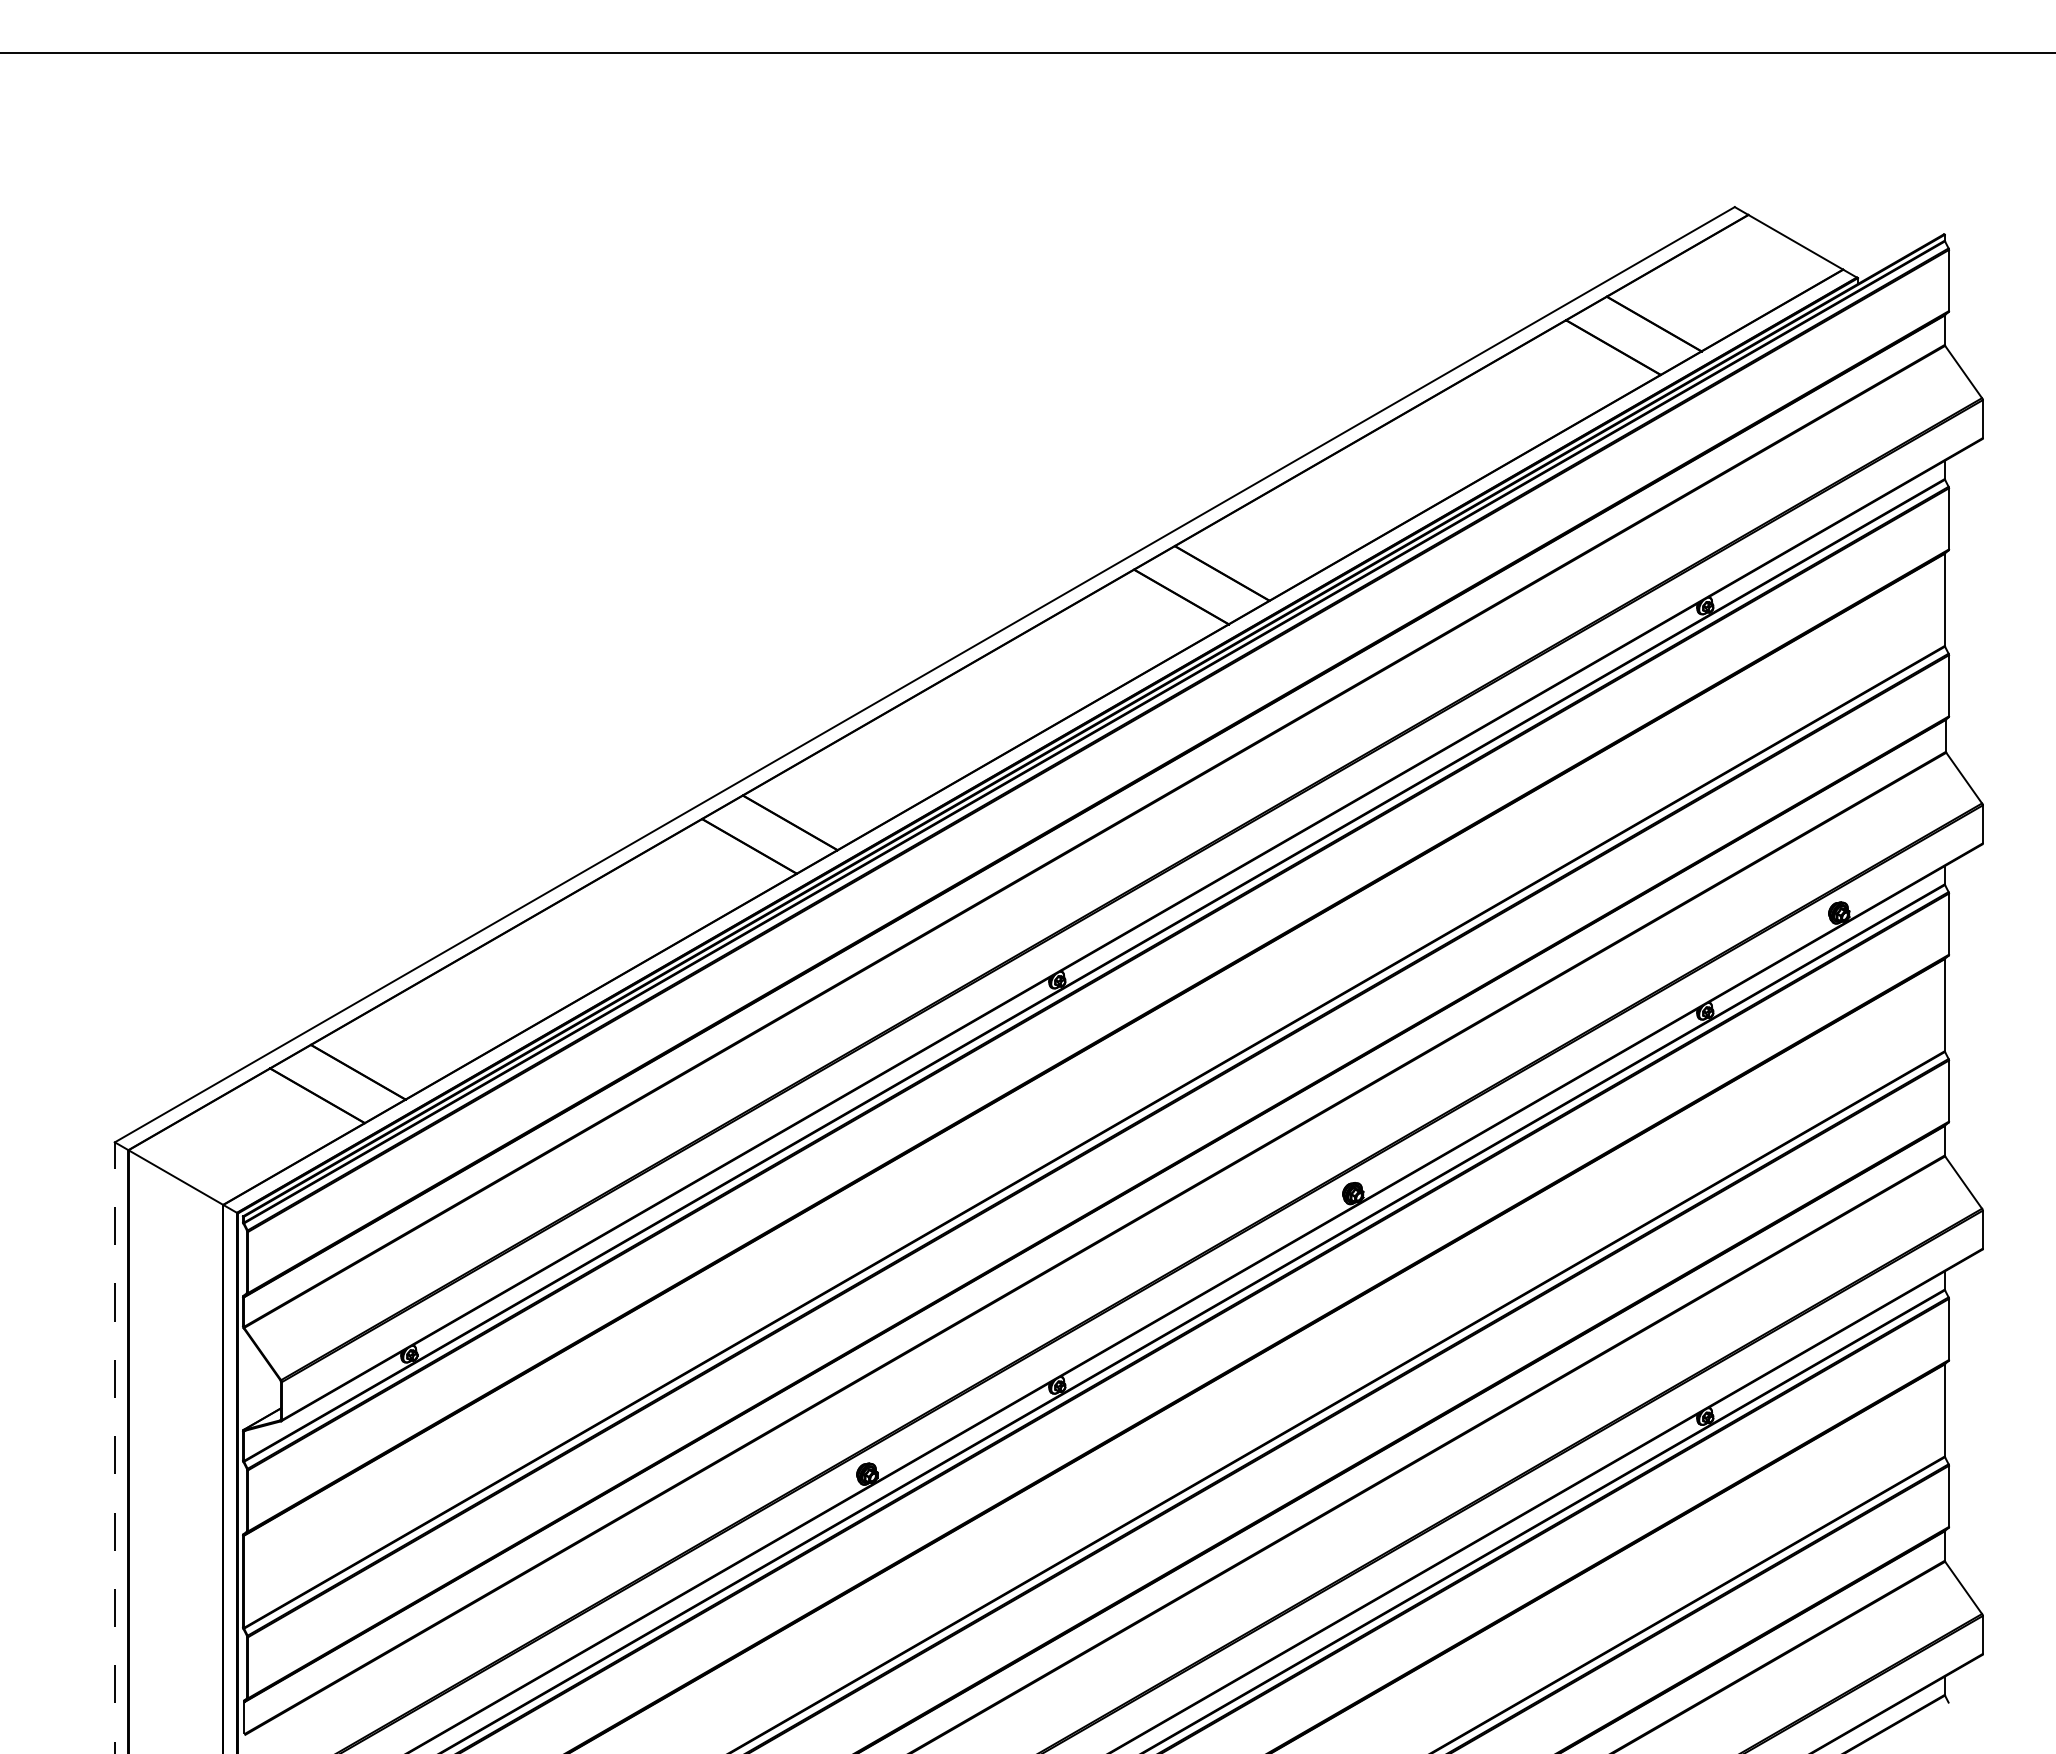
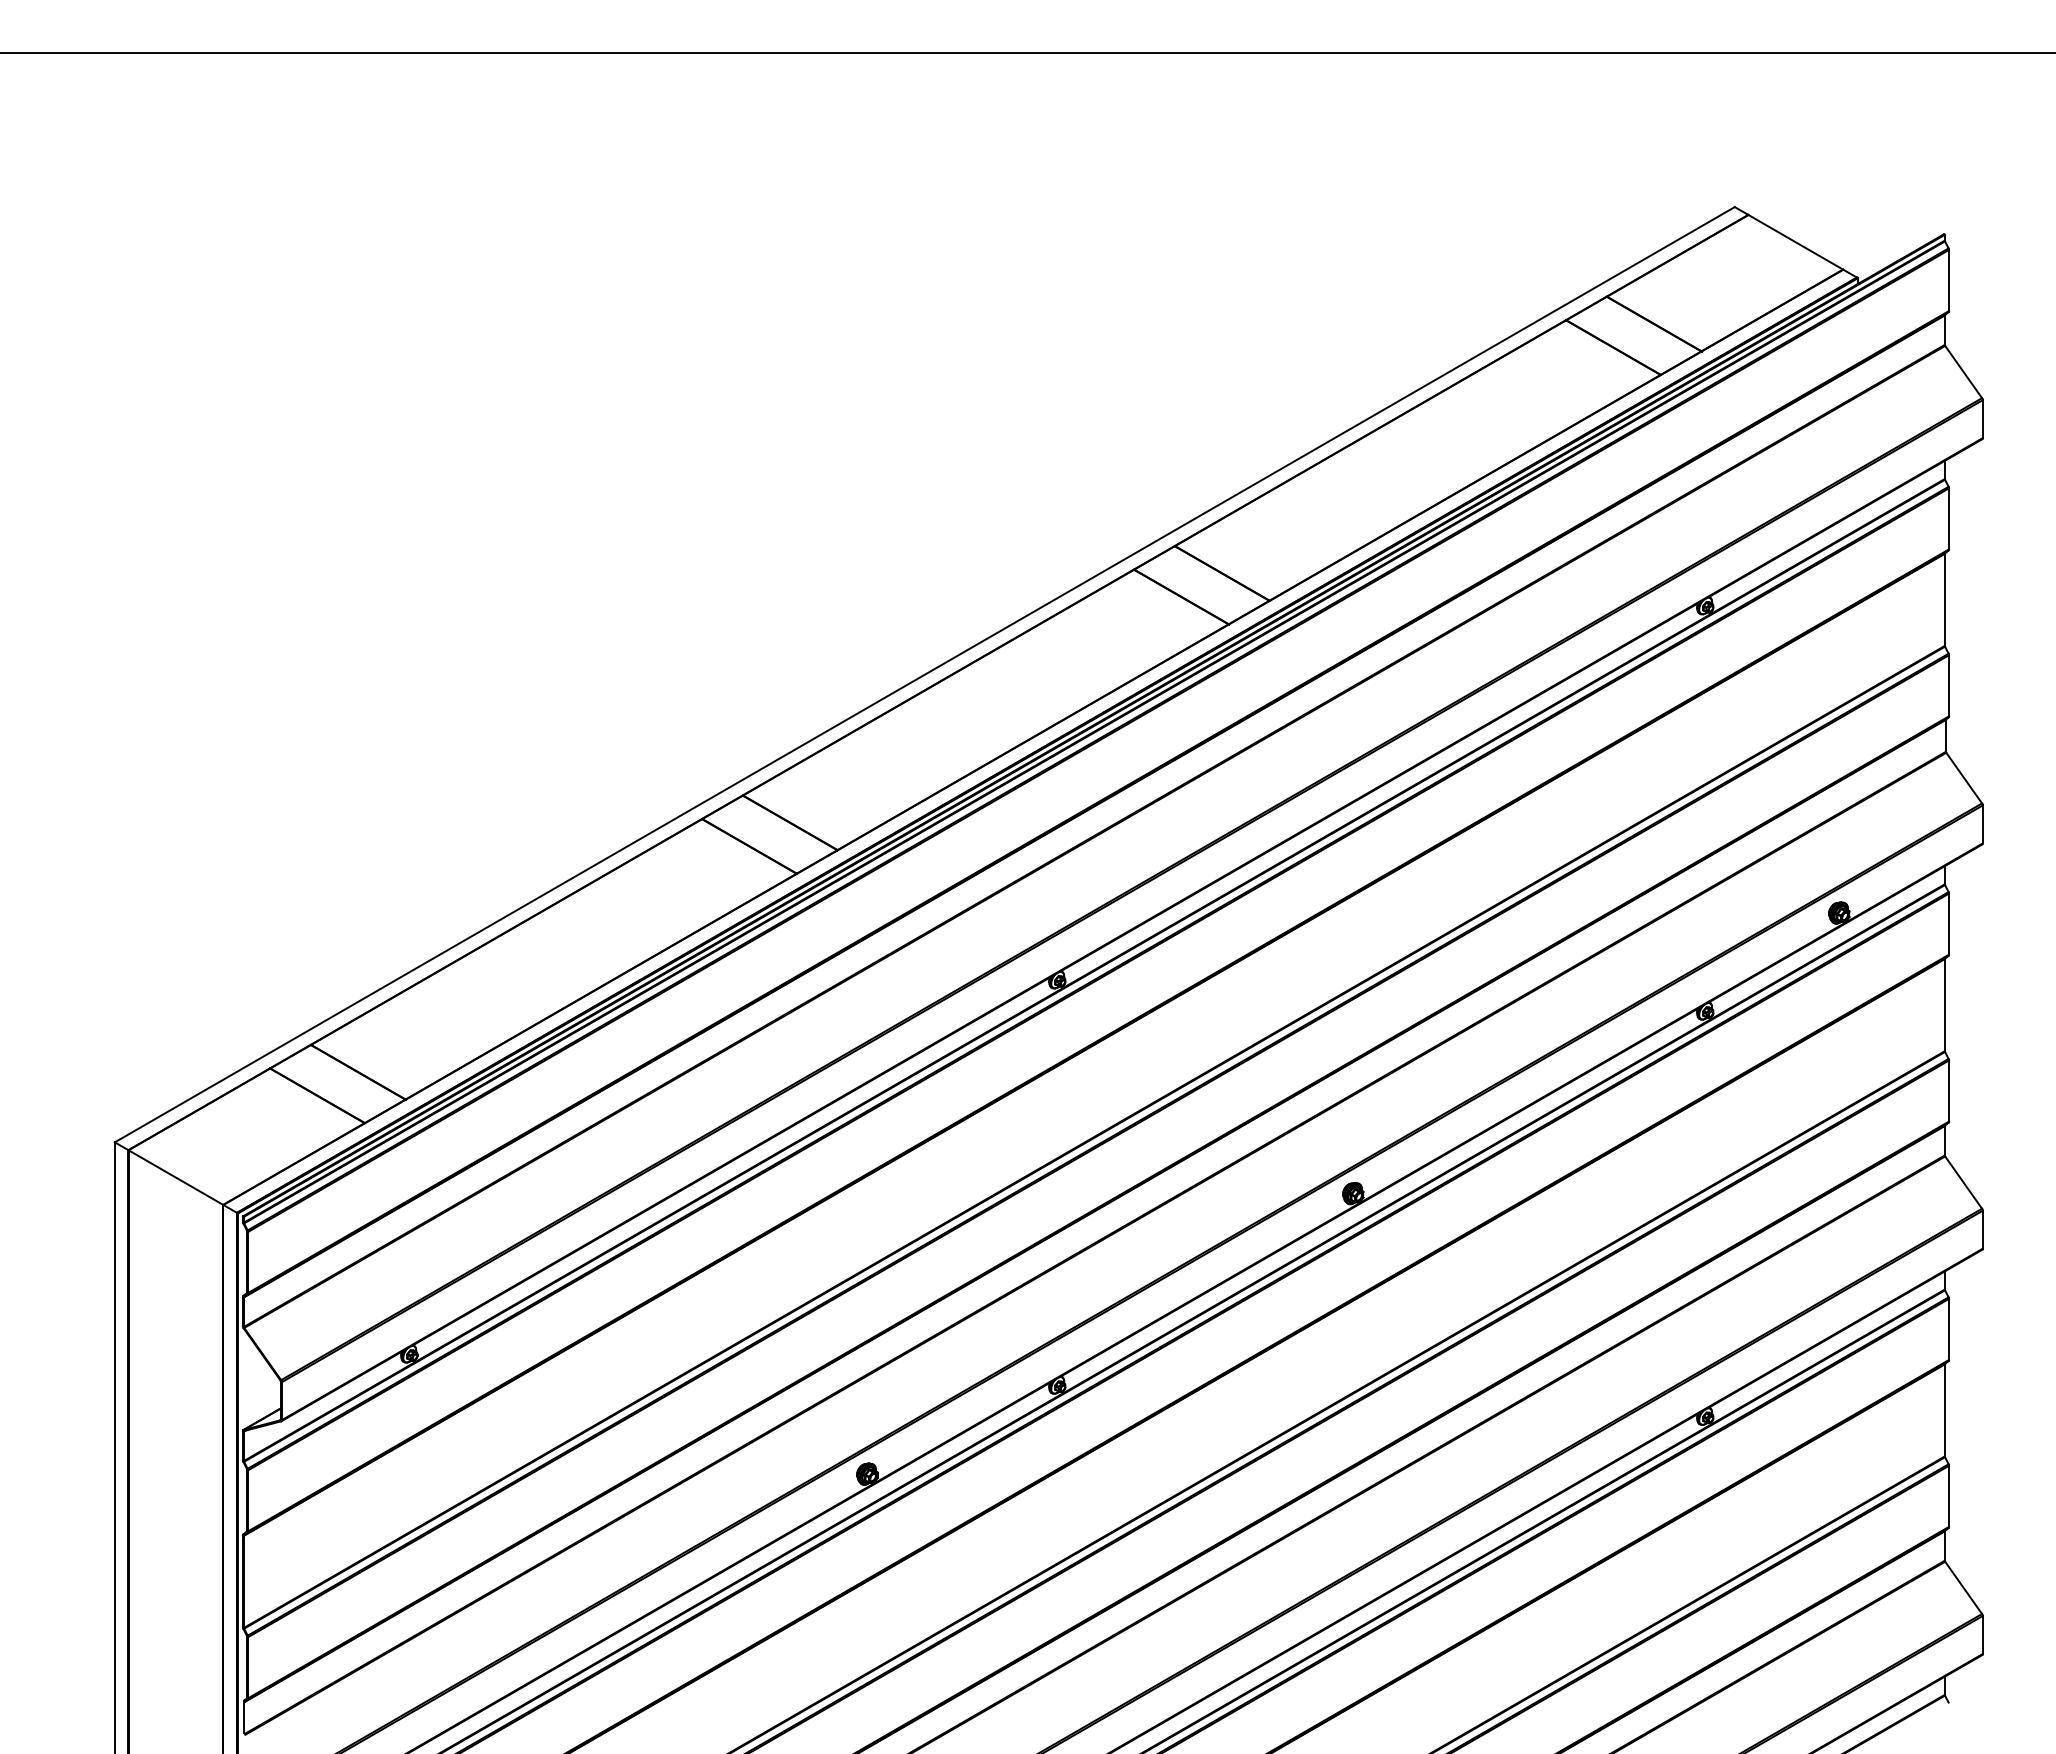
line at (114, 1447): dashed -> solid
